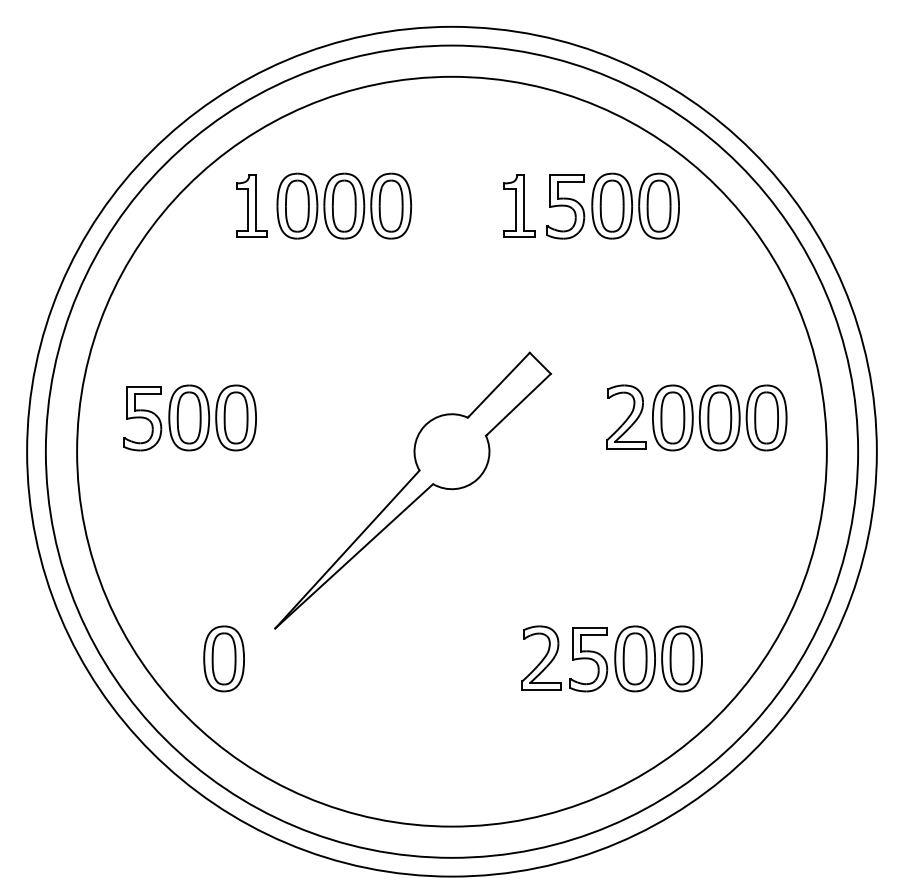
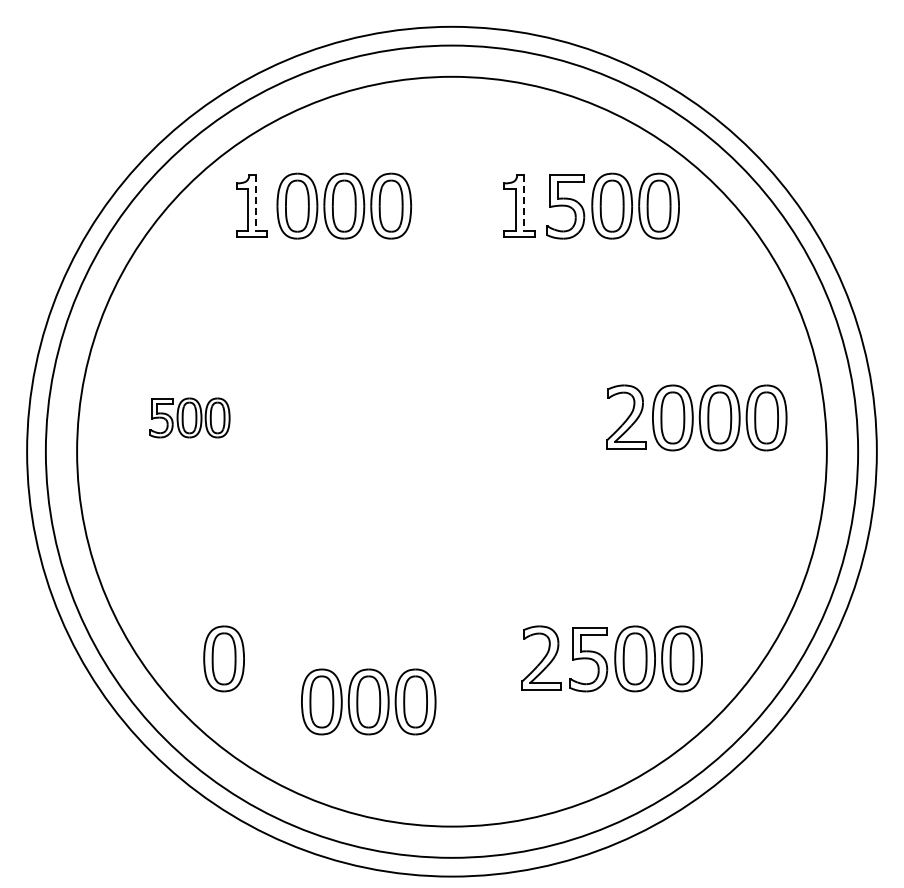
line at (255, 203): solid -> dashed
line at (523, 203): solid -> dashed
part at (189, 417) size: 134x68 px -> 82x42 px
part at (412, 490): present -> none
part at (368, 701): none -> present
